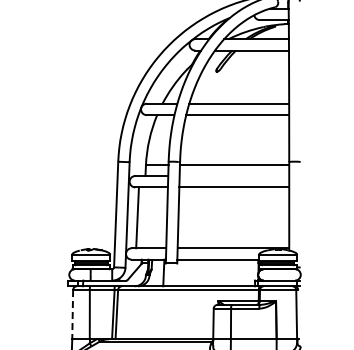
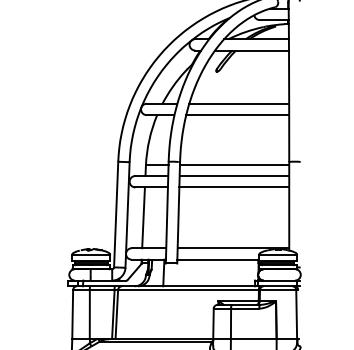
line at (234, 176): none -> present
line at (137, 217) position: (137, 217) -> (143, 217)
line at (72, 314): dashed -> solid
